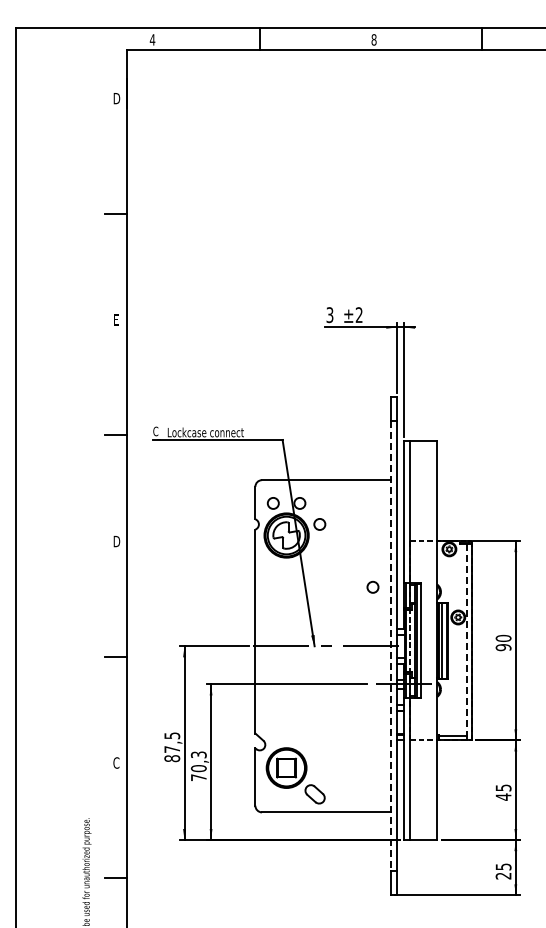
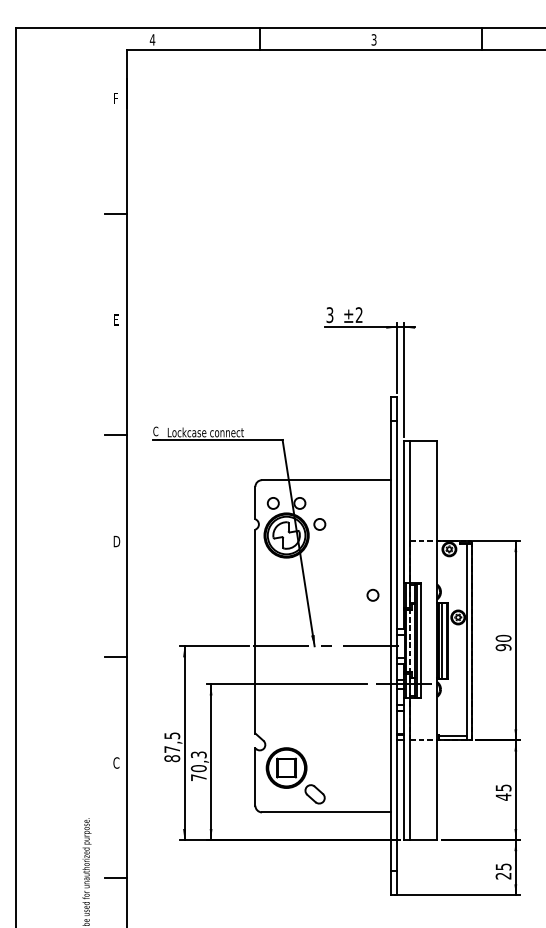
text at (373, 39): 8 -> 3
text at (116, 98): D -> F
circle at (372, 586) position: (372, 586) -> (372, 594)
line at (467, 640): dashed -> solid
line at (390, 646): dashed -> solid
